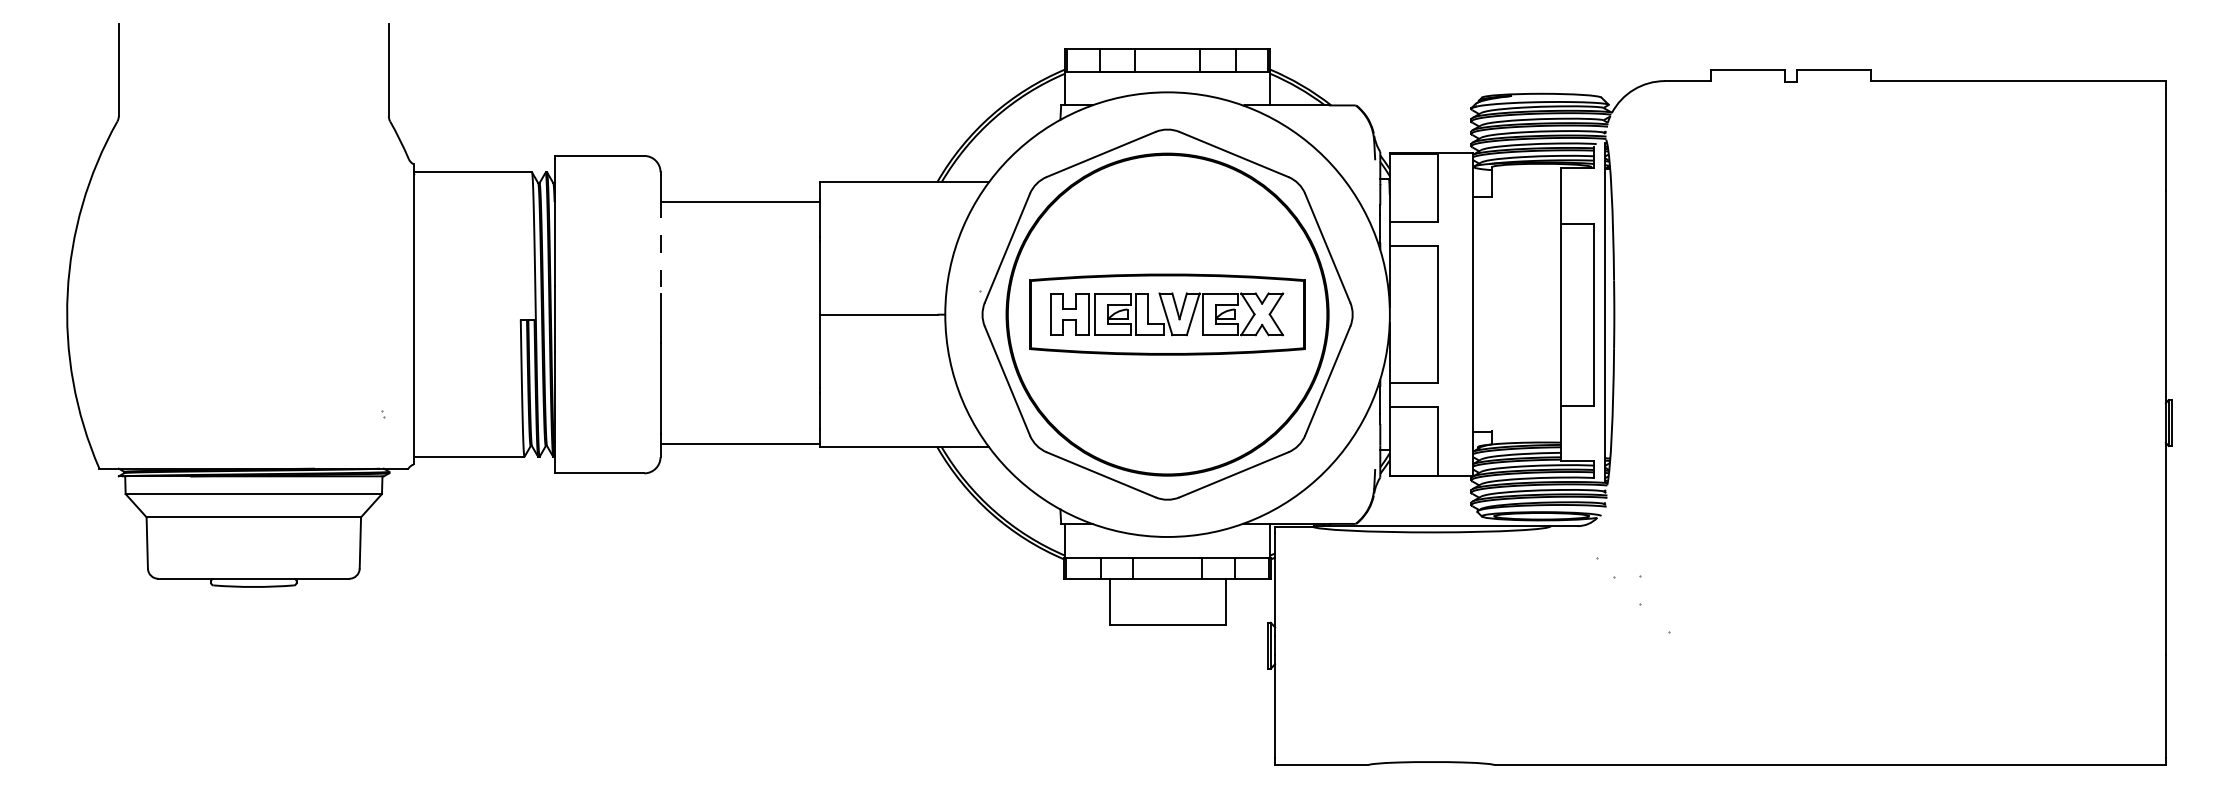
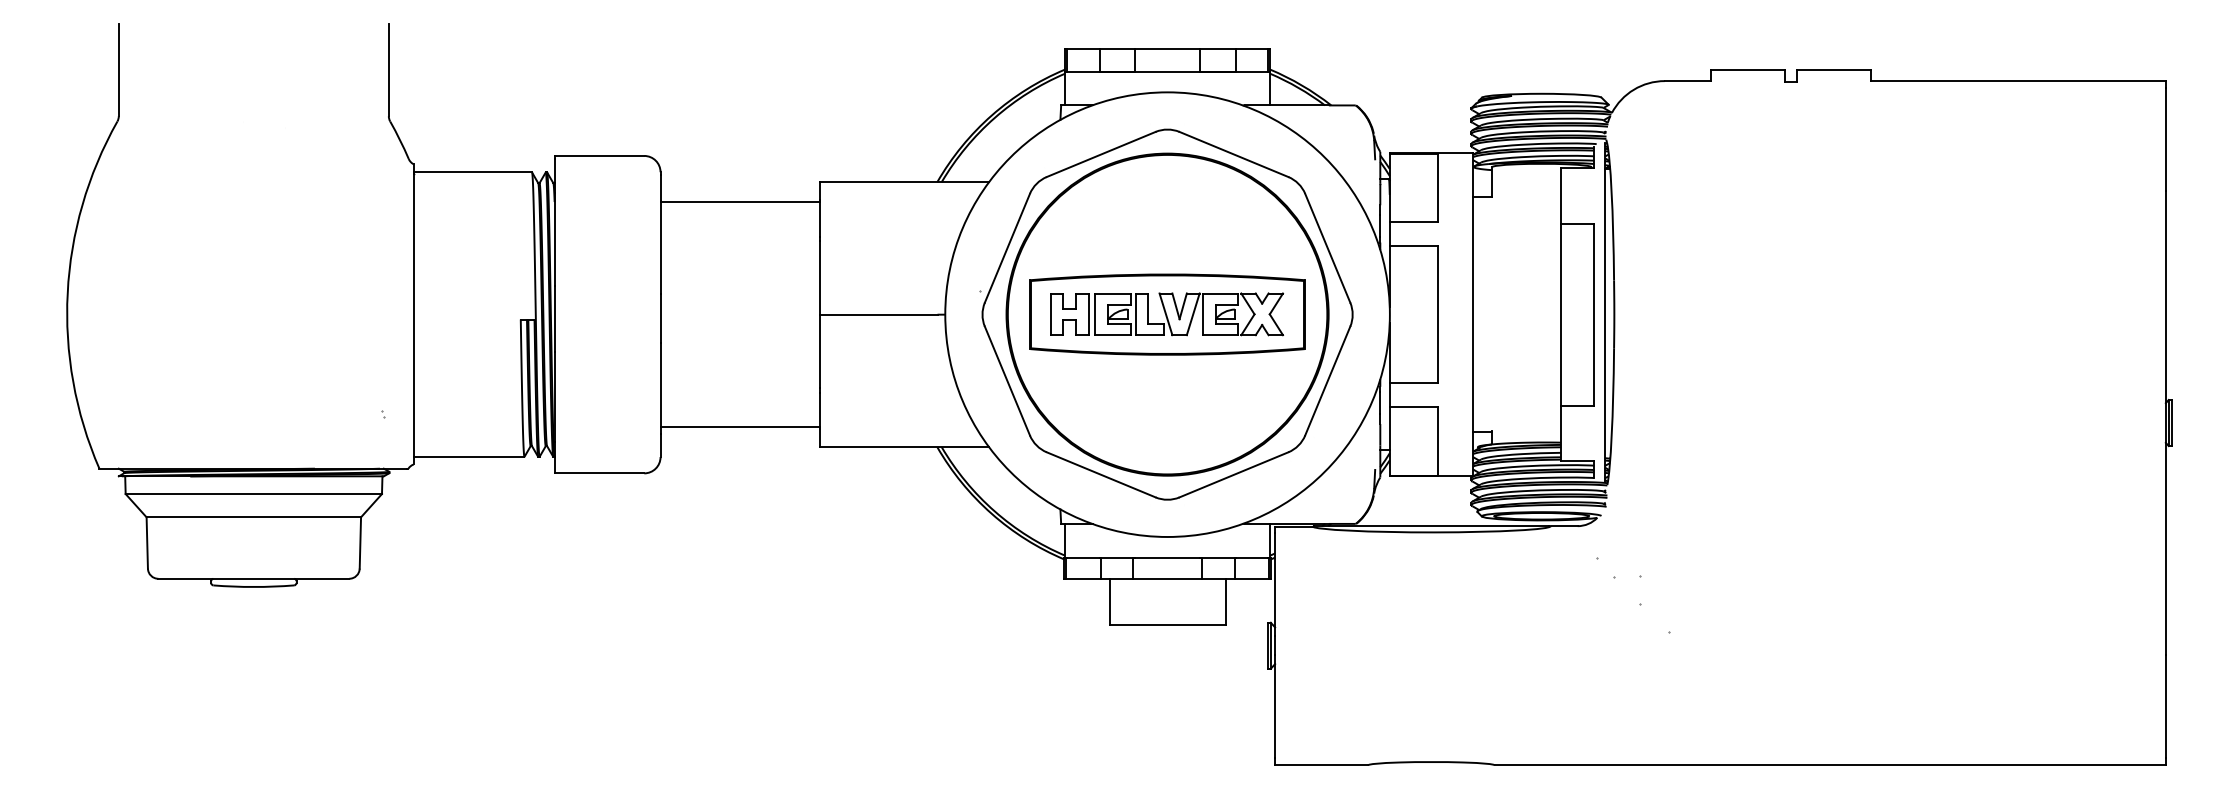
line at (660, 247): dashed -> solid
line at (740, 443) position: (740, 443) -> (740, 426)
